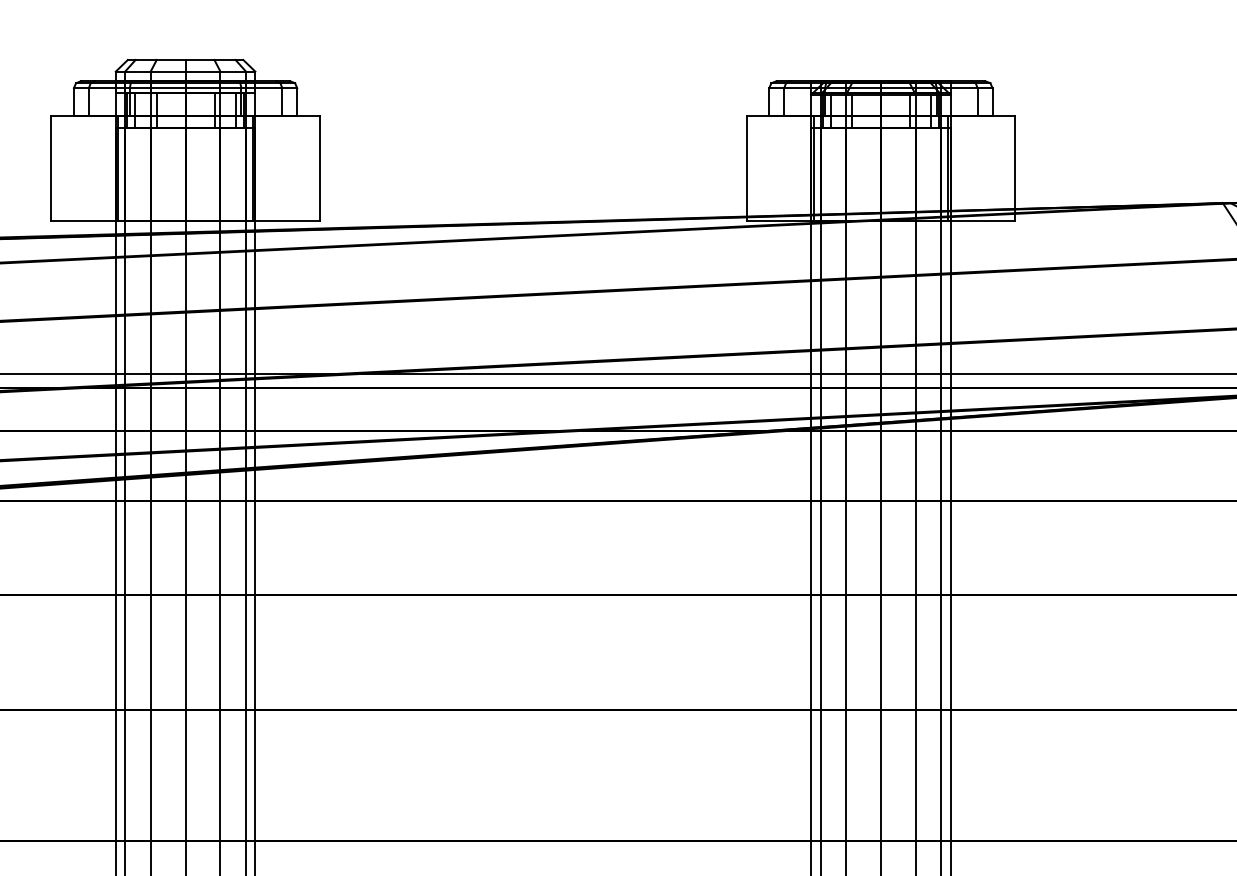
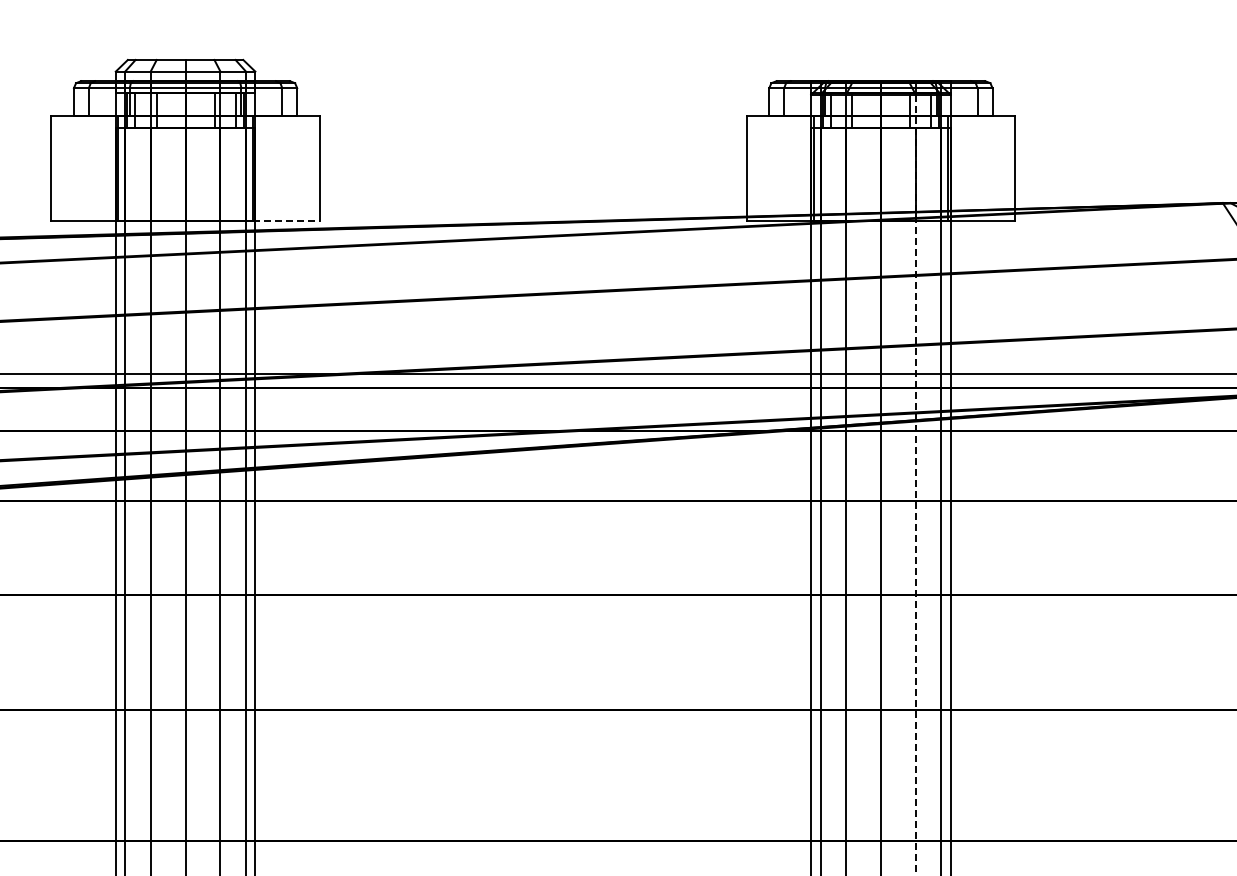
line at (286, 220): solid -> dashed
line at (915, 485): solid -> dashed
